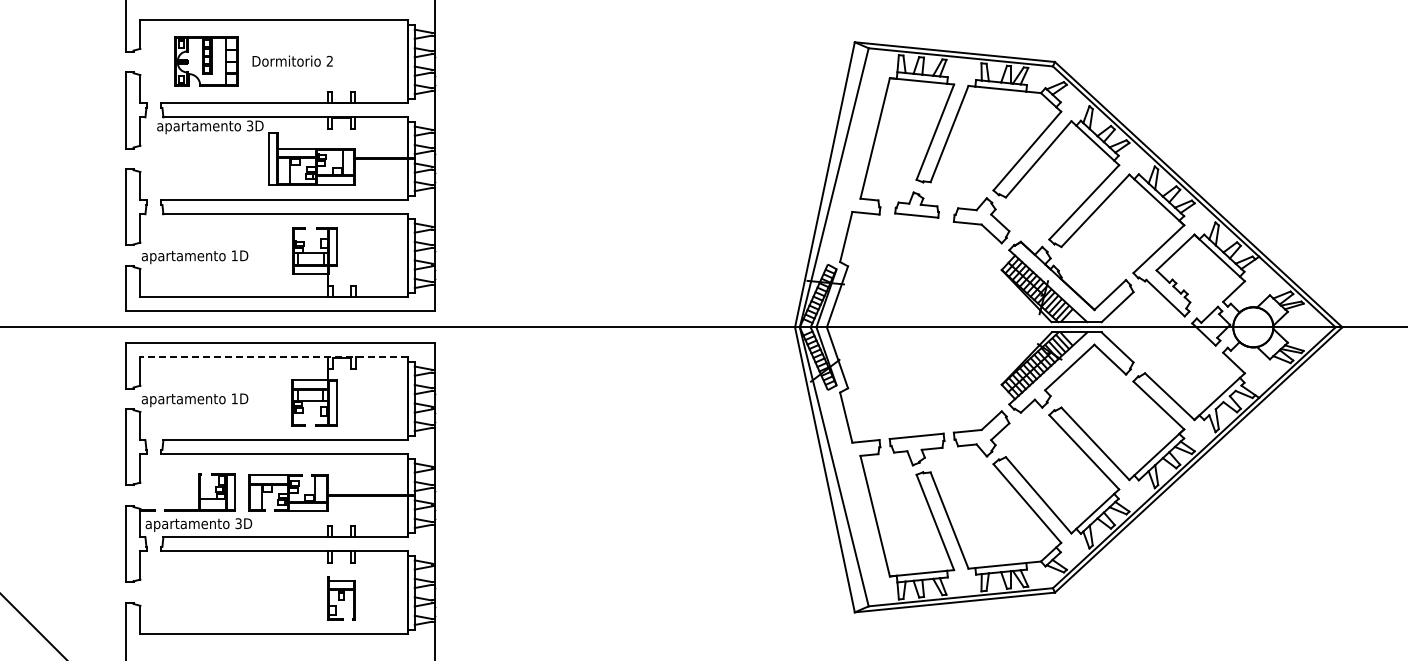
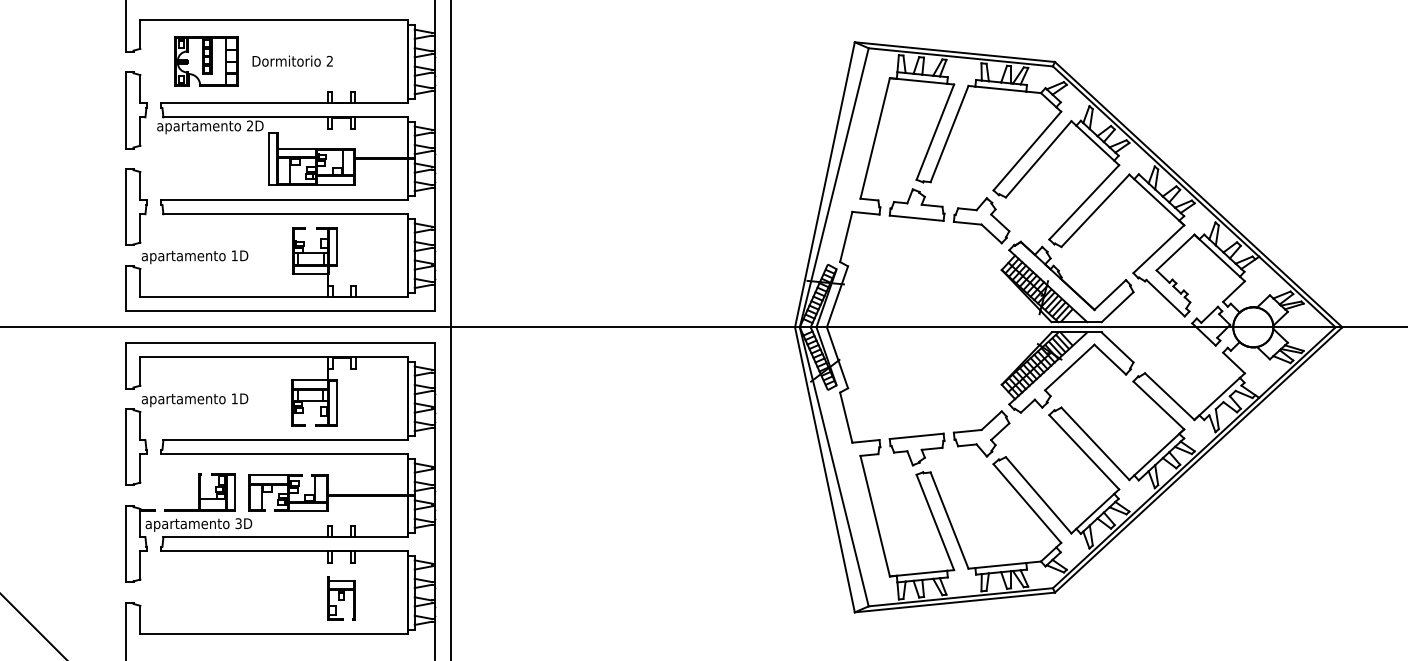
text at (250, 126): 3D -> 2D
part at (916, 204) size: 46x28 px -> 58x34 px
line at (451, 329): none -> present
line at (274, 357): dashed -> solid
